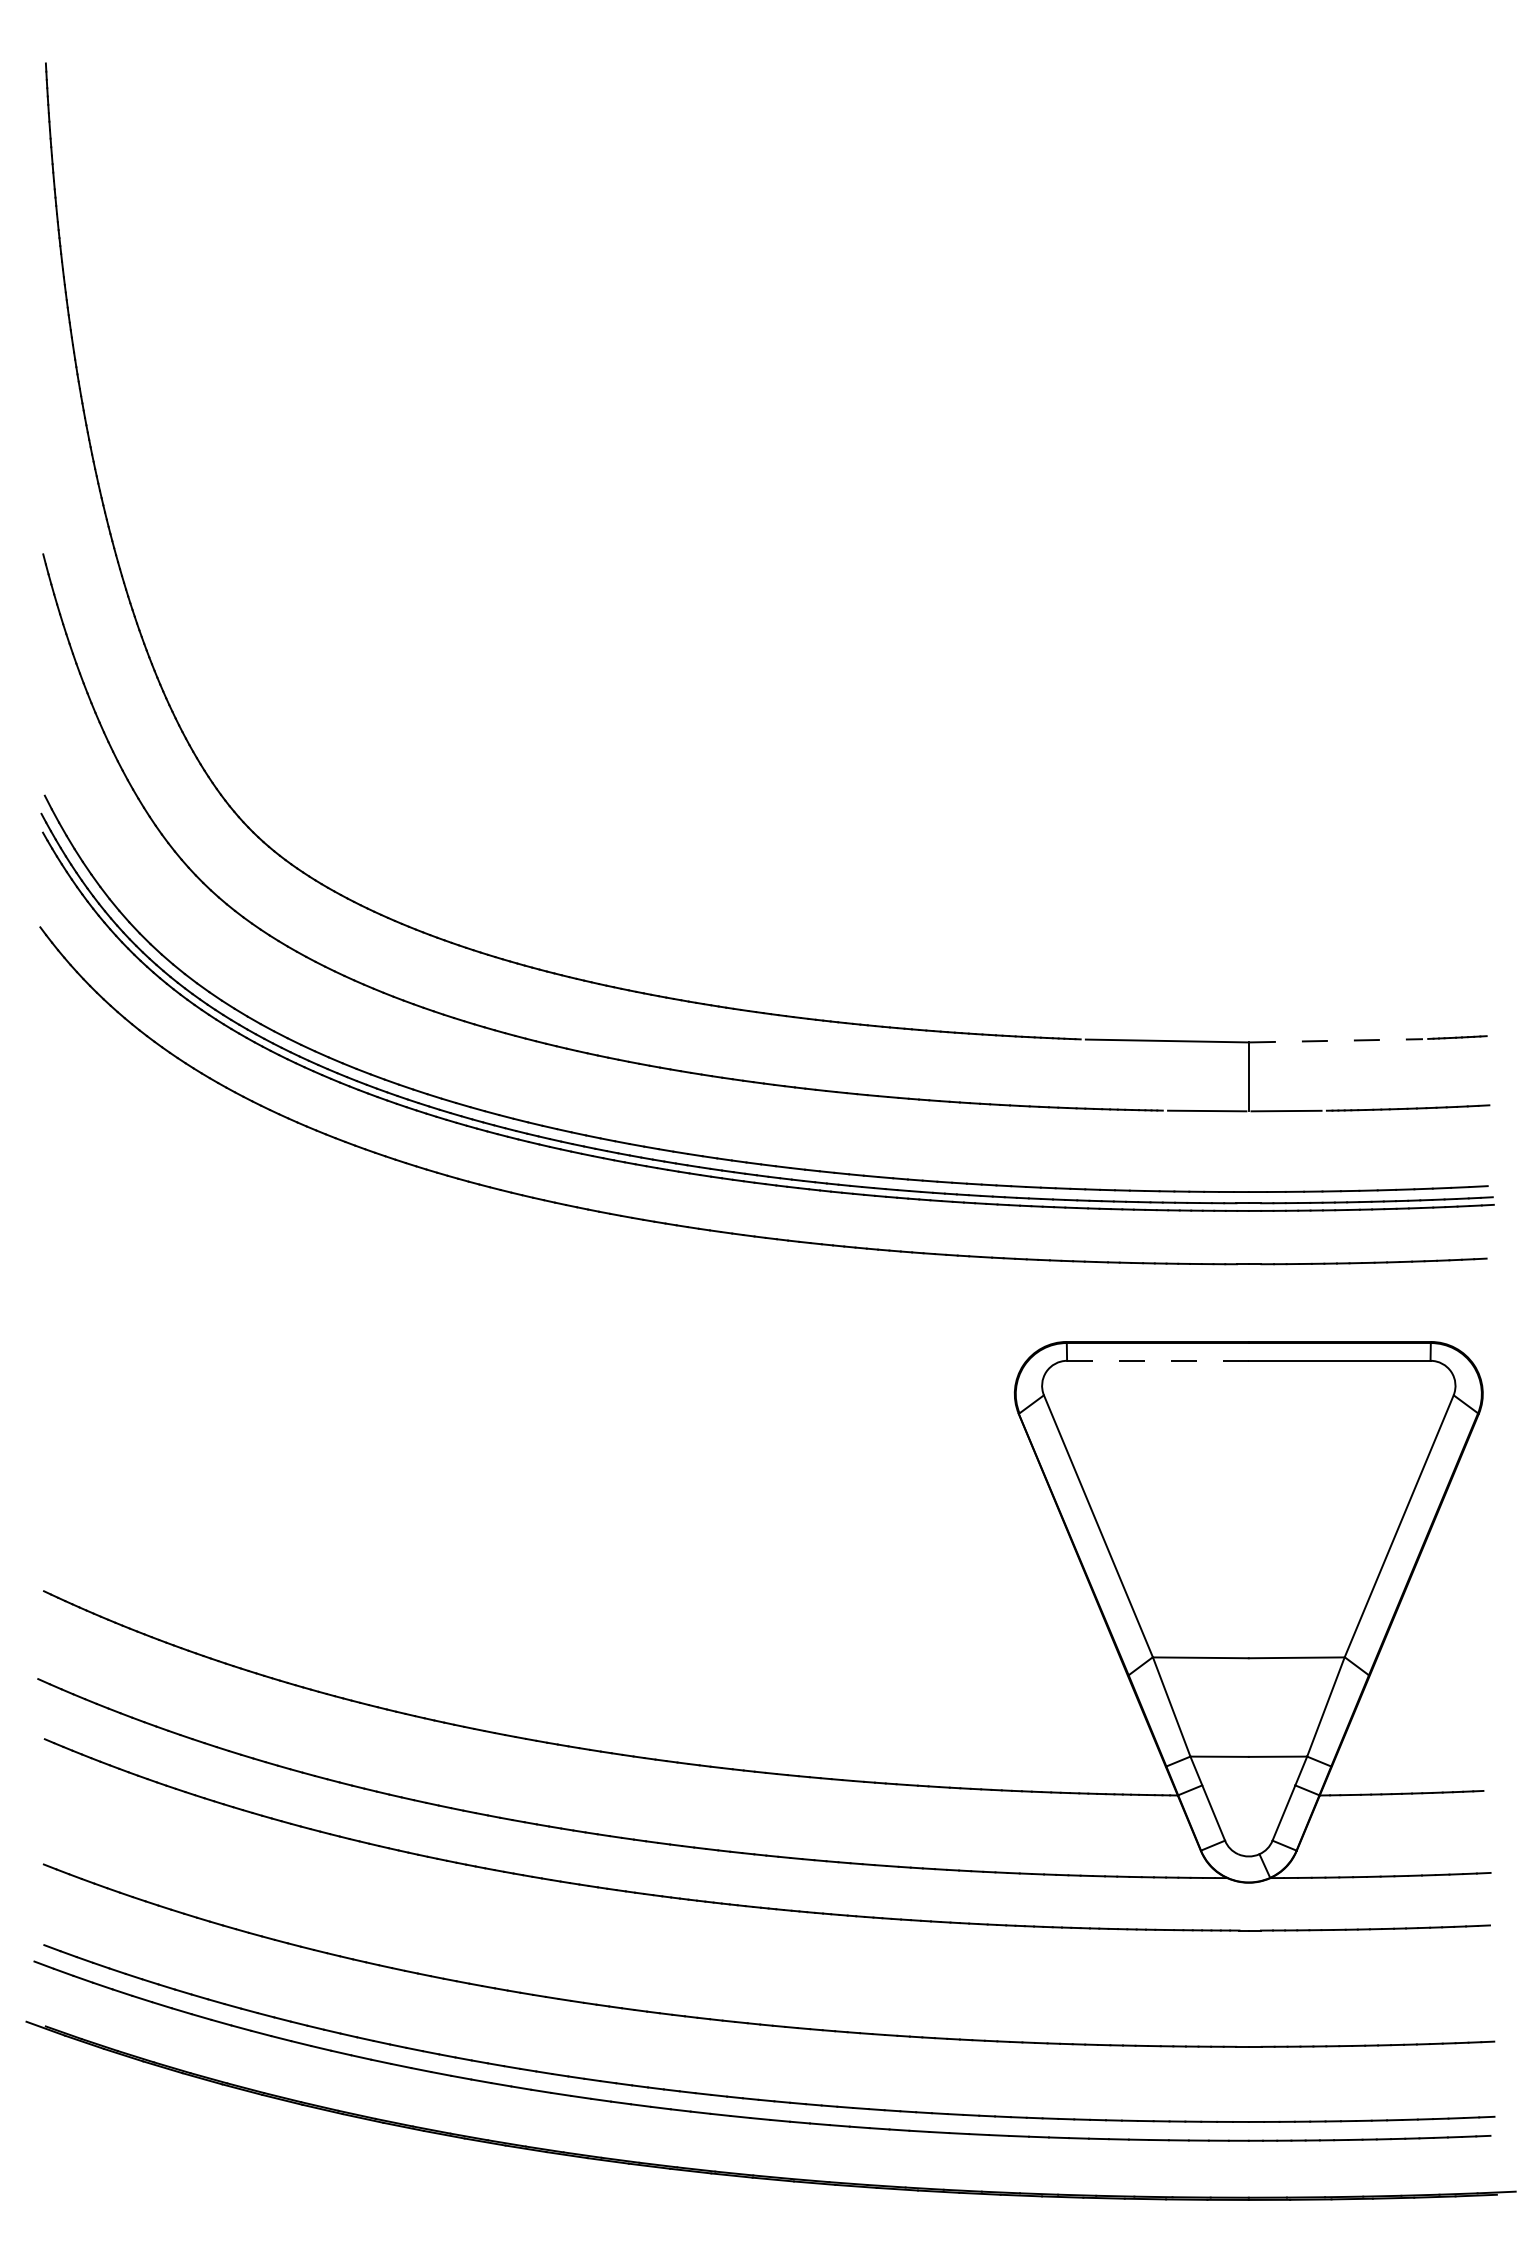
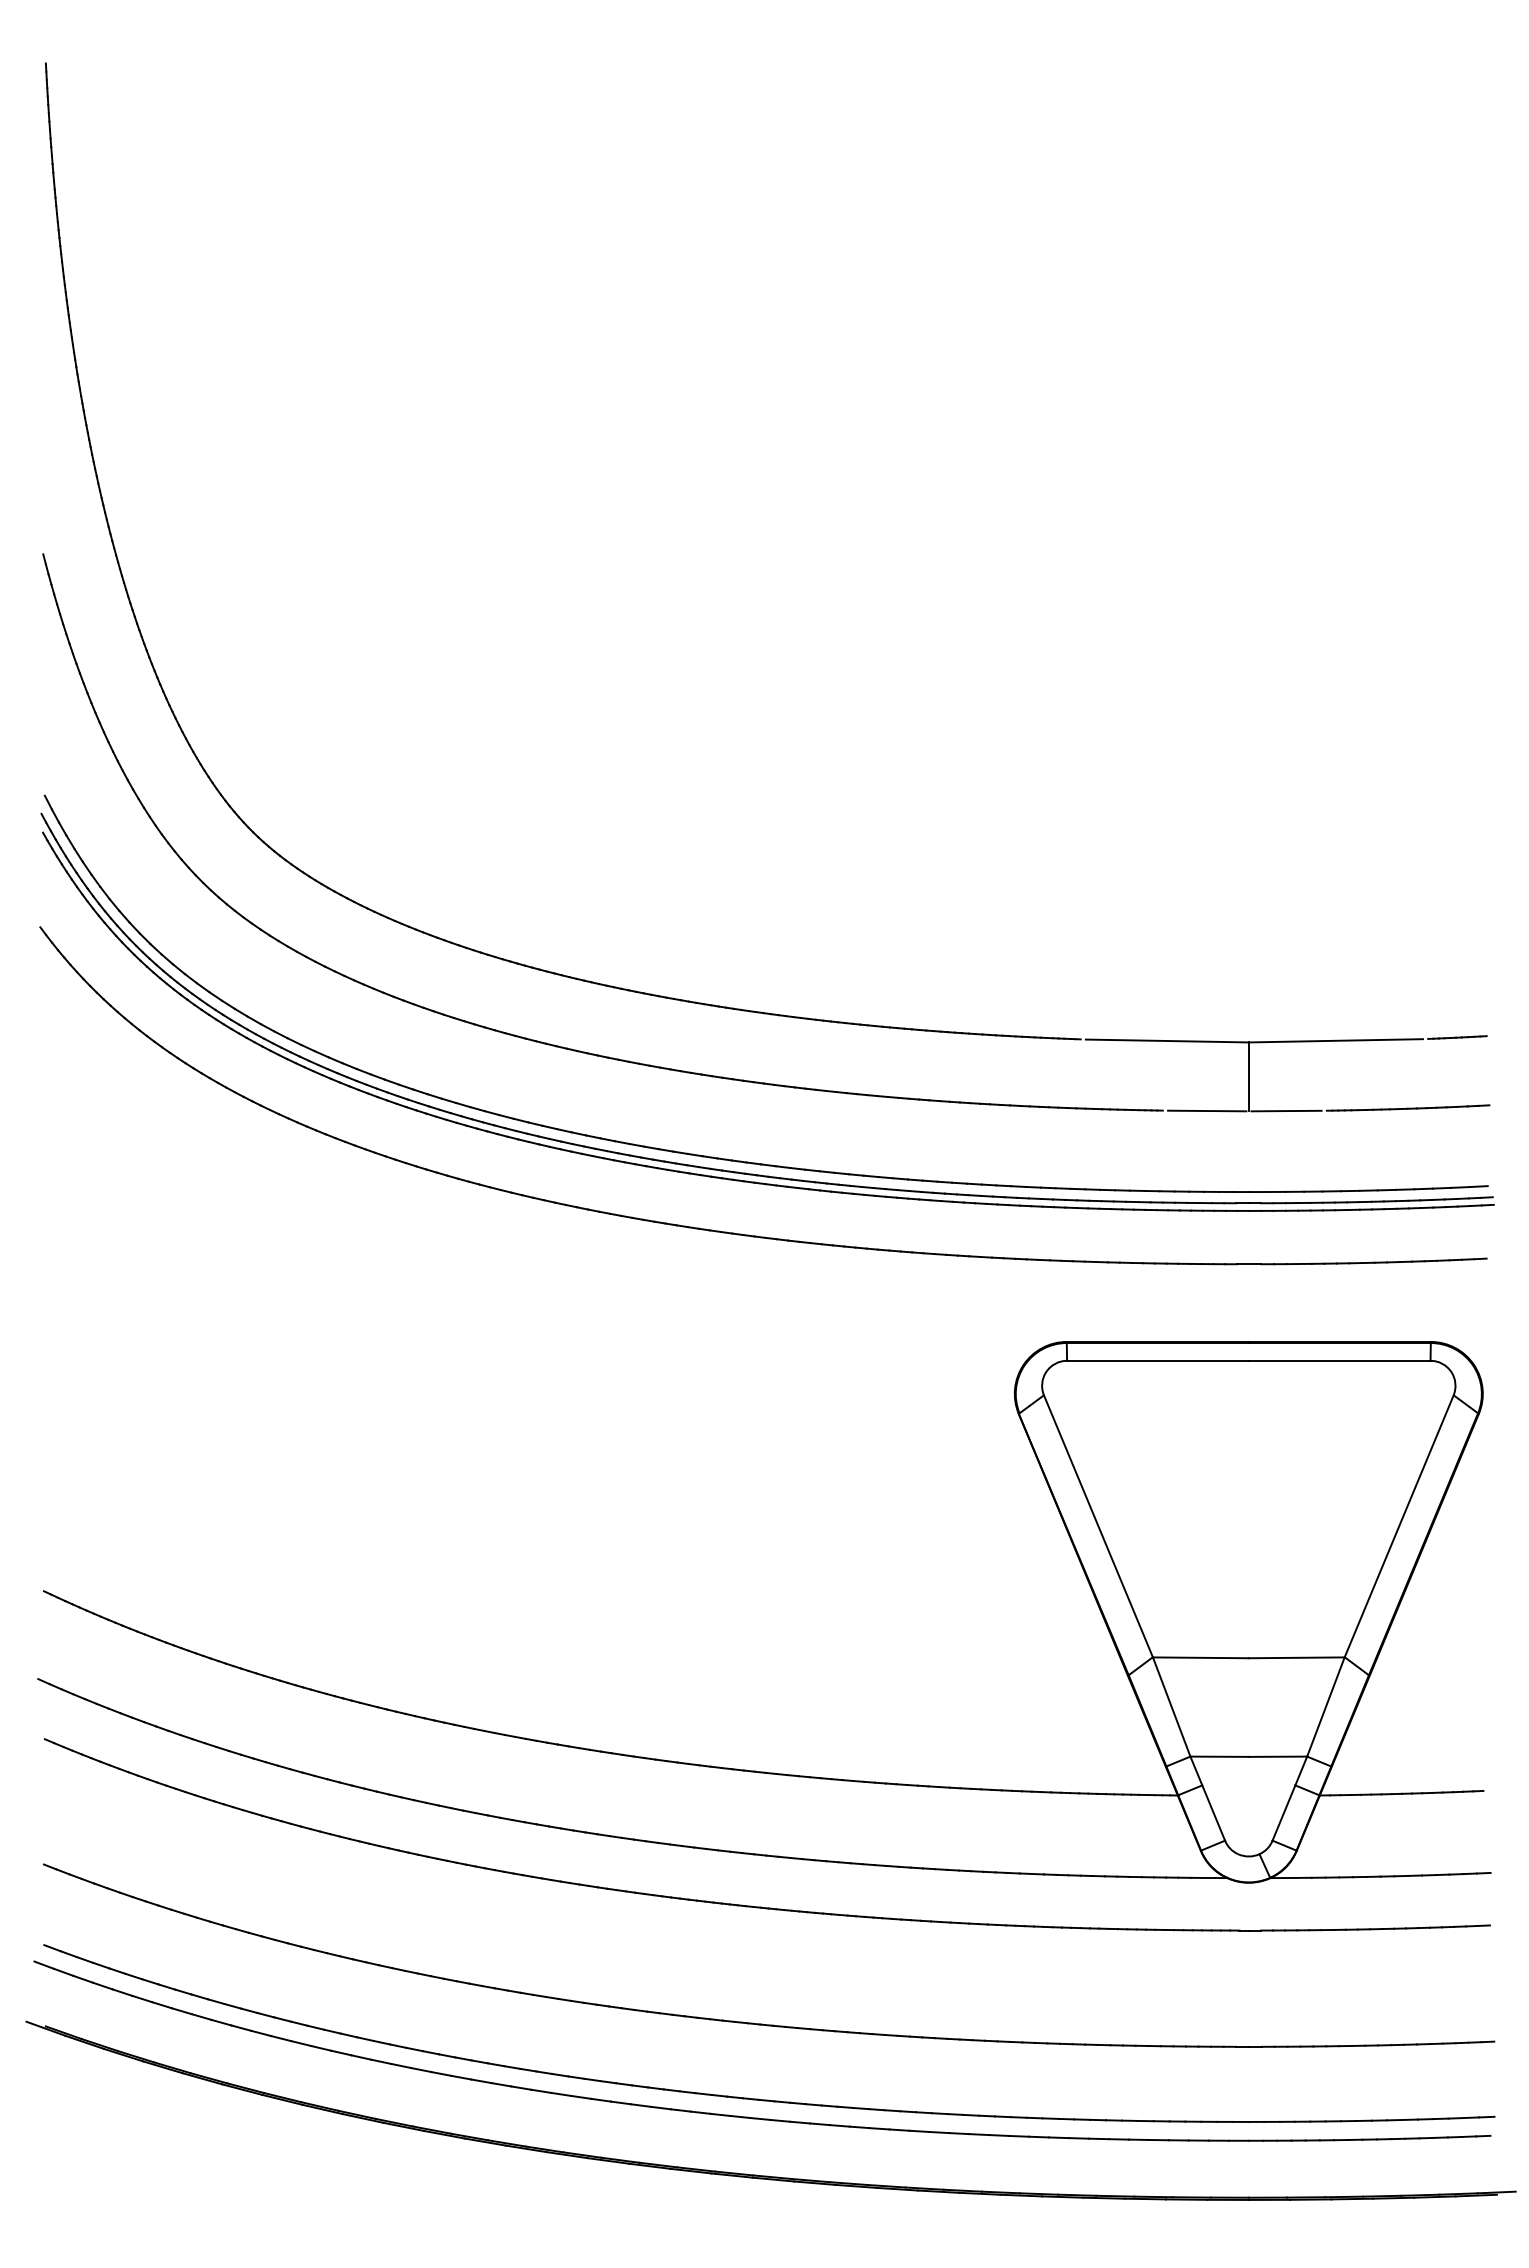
line at (1336, 1040): dashed -> solid
line at (1157, 1360): dashed -> solid
